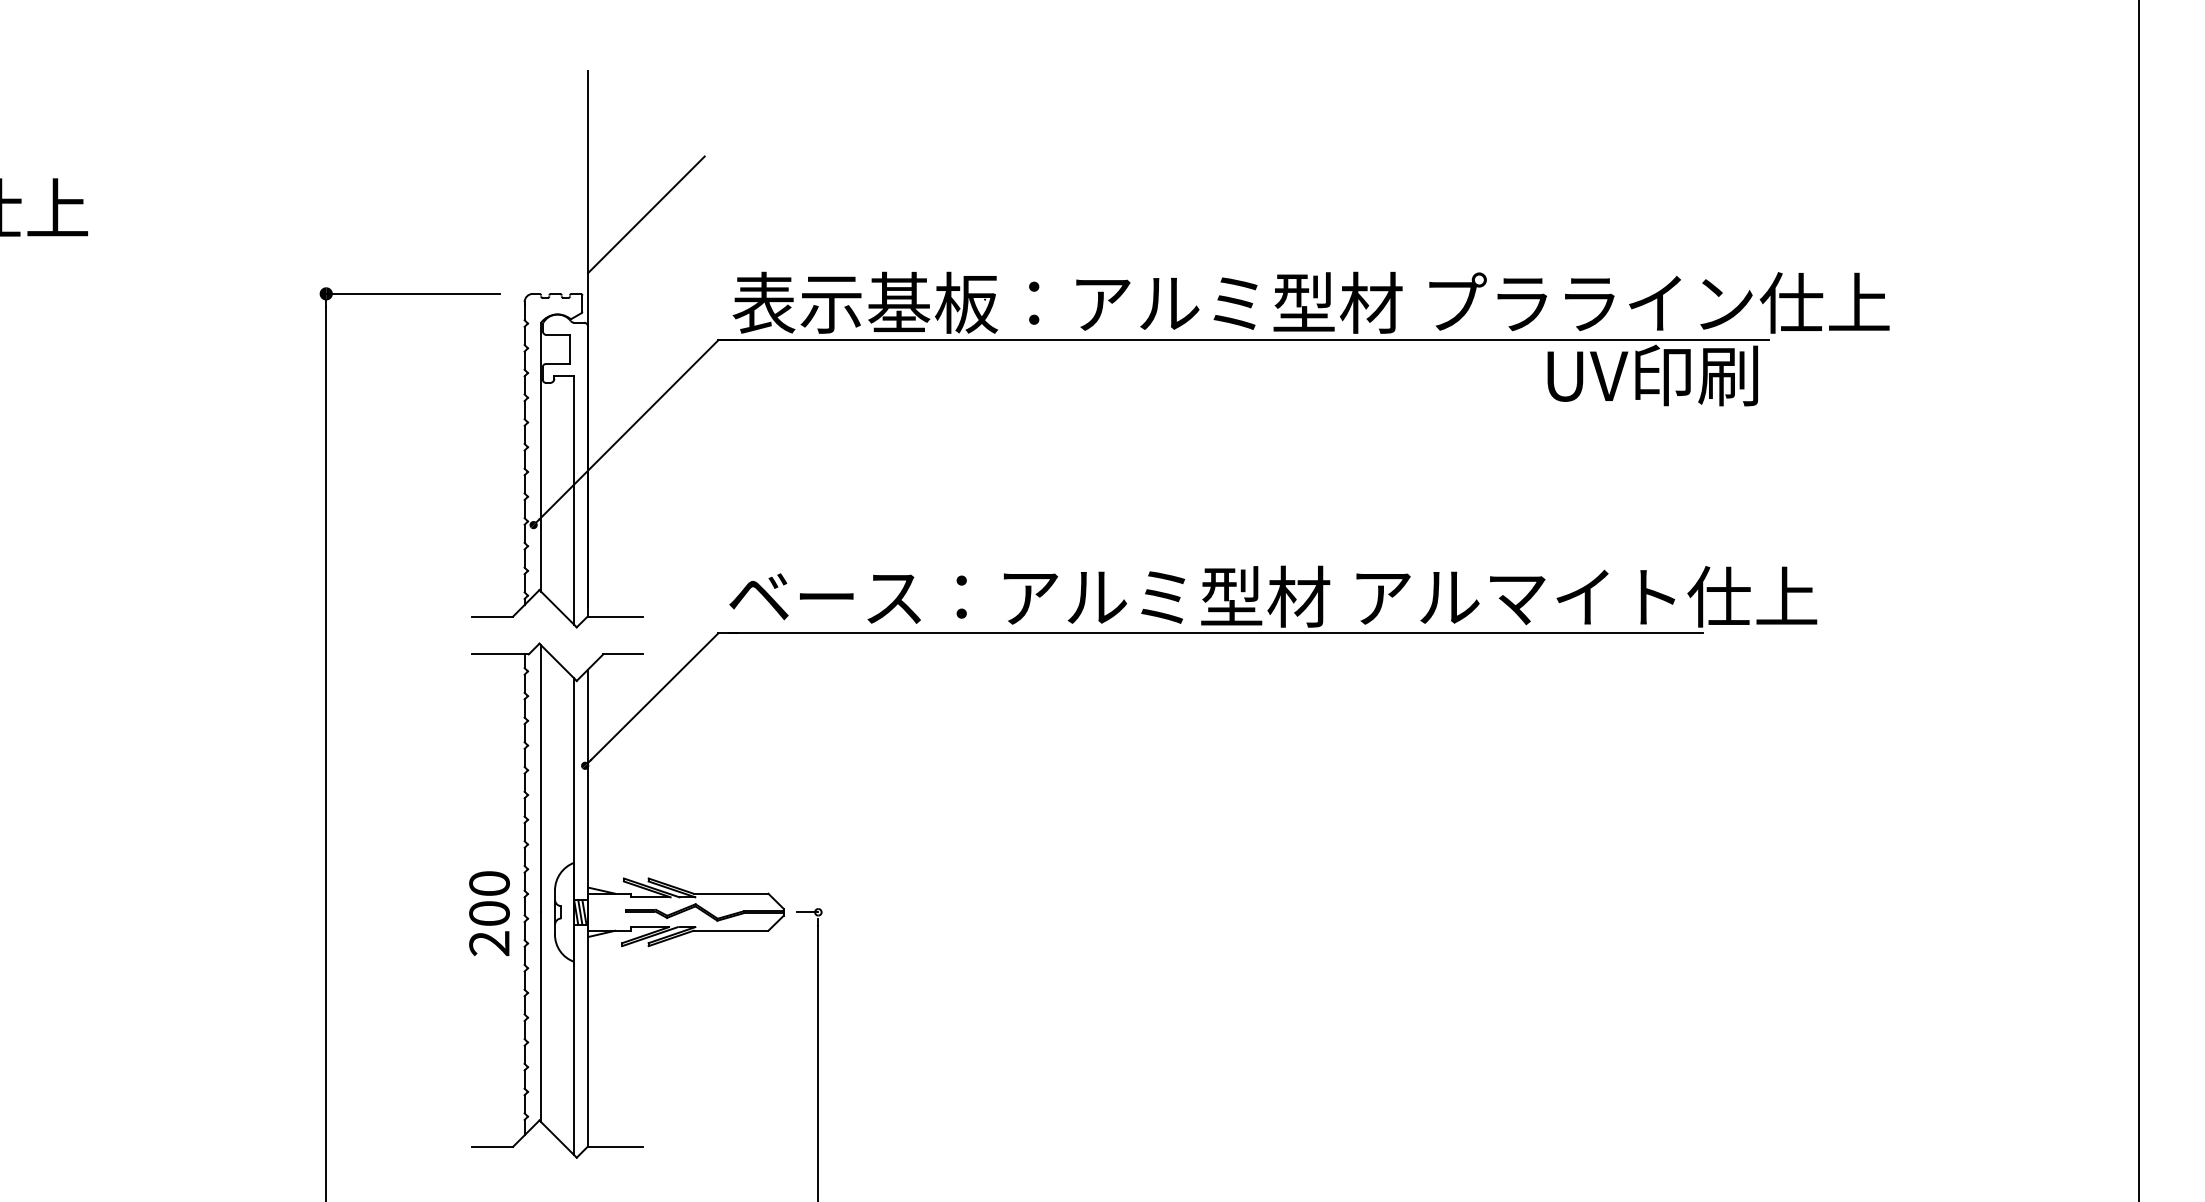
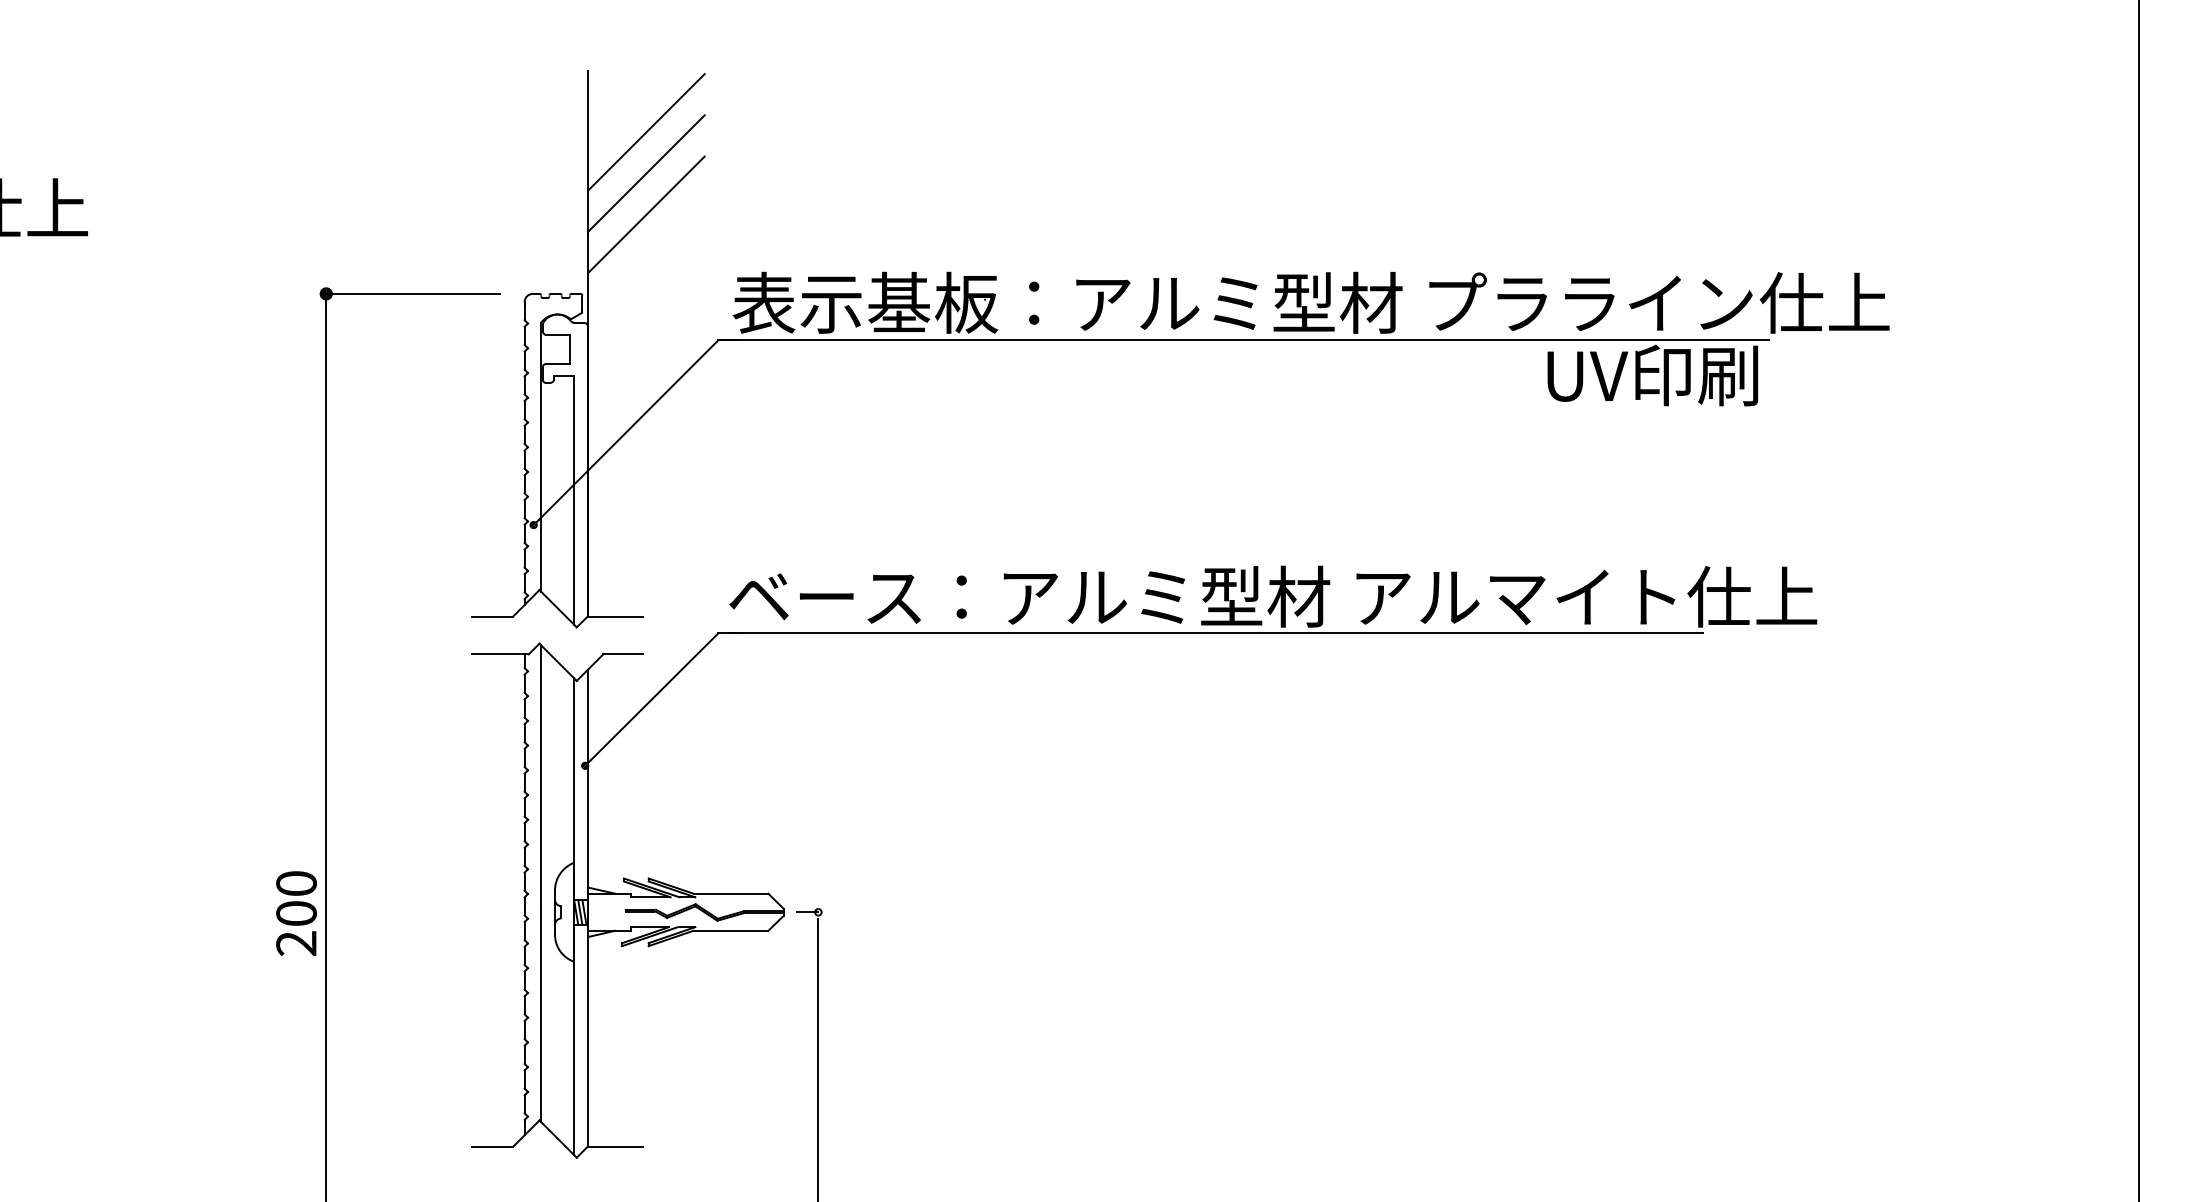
line at (646, 132): none -> present
line at (646, 173): none -> present
text at (489, 913) position: (489, 913) -> (296, 913)
